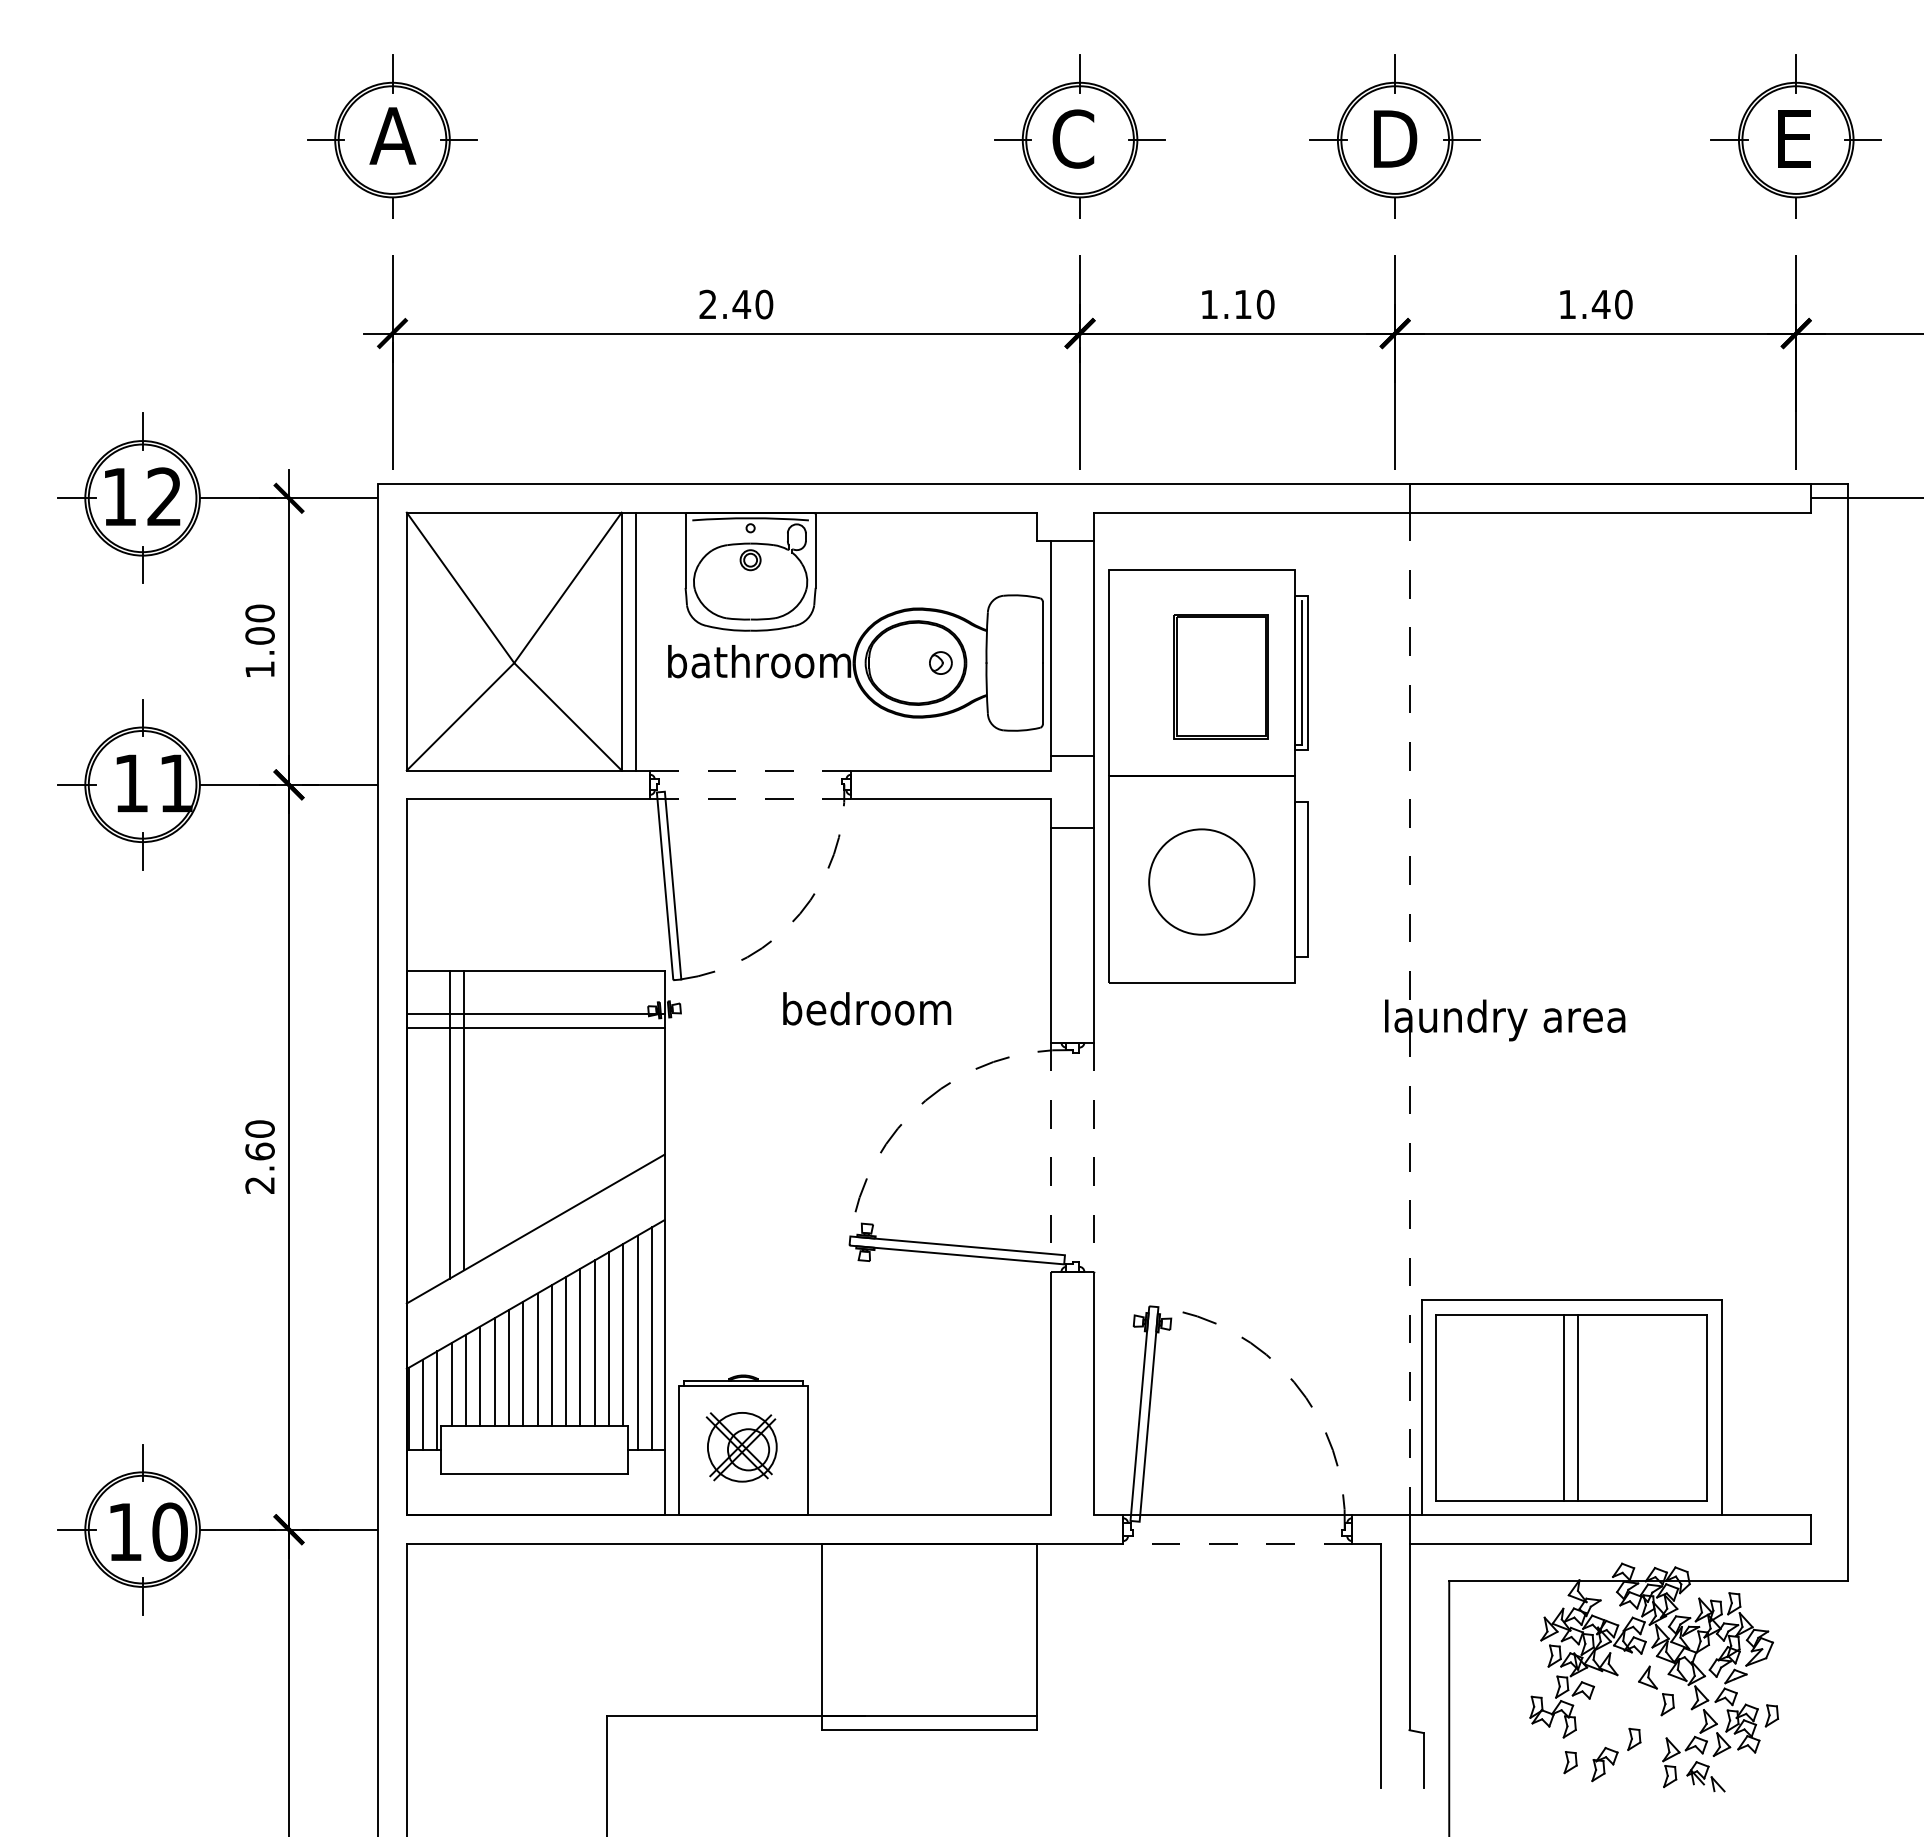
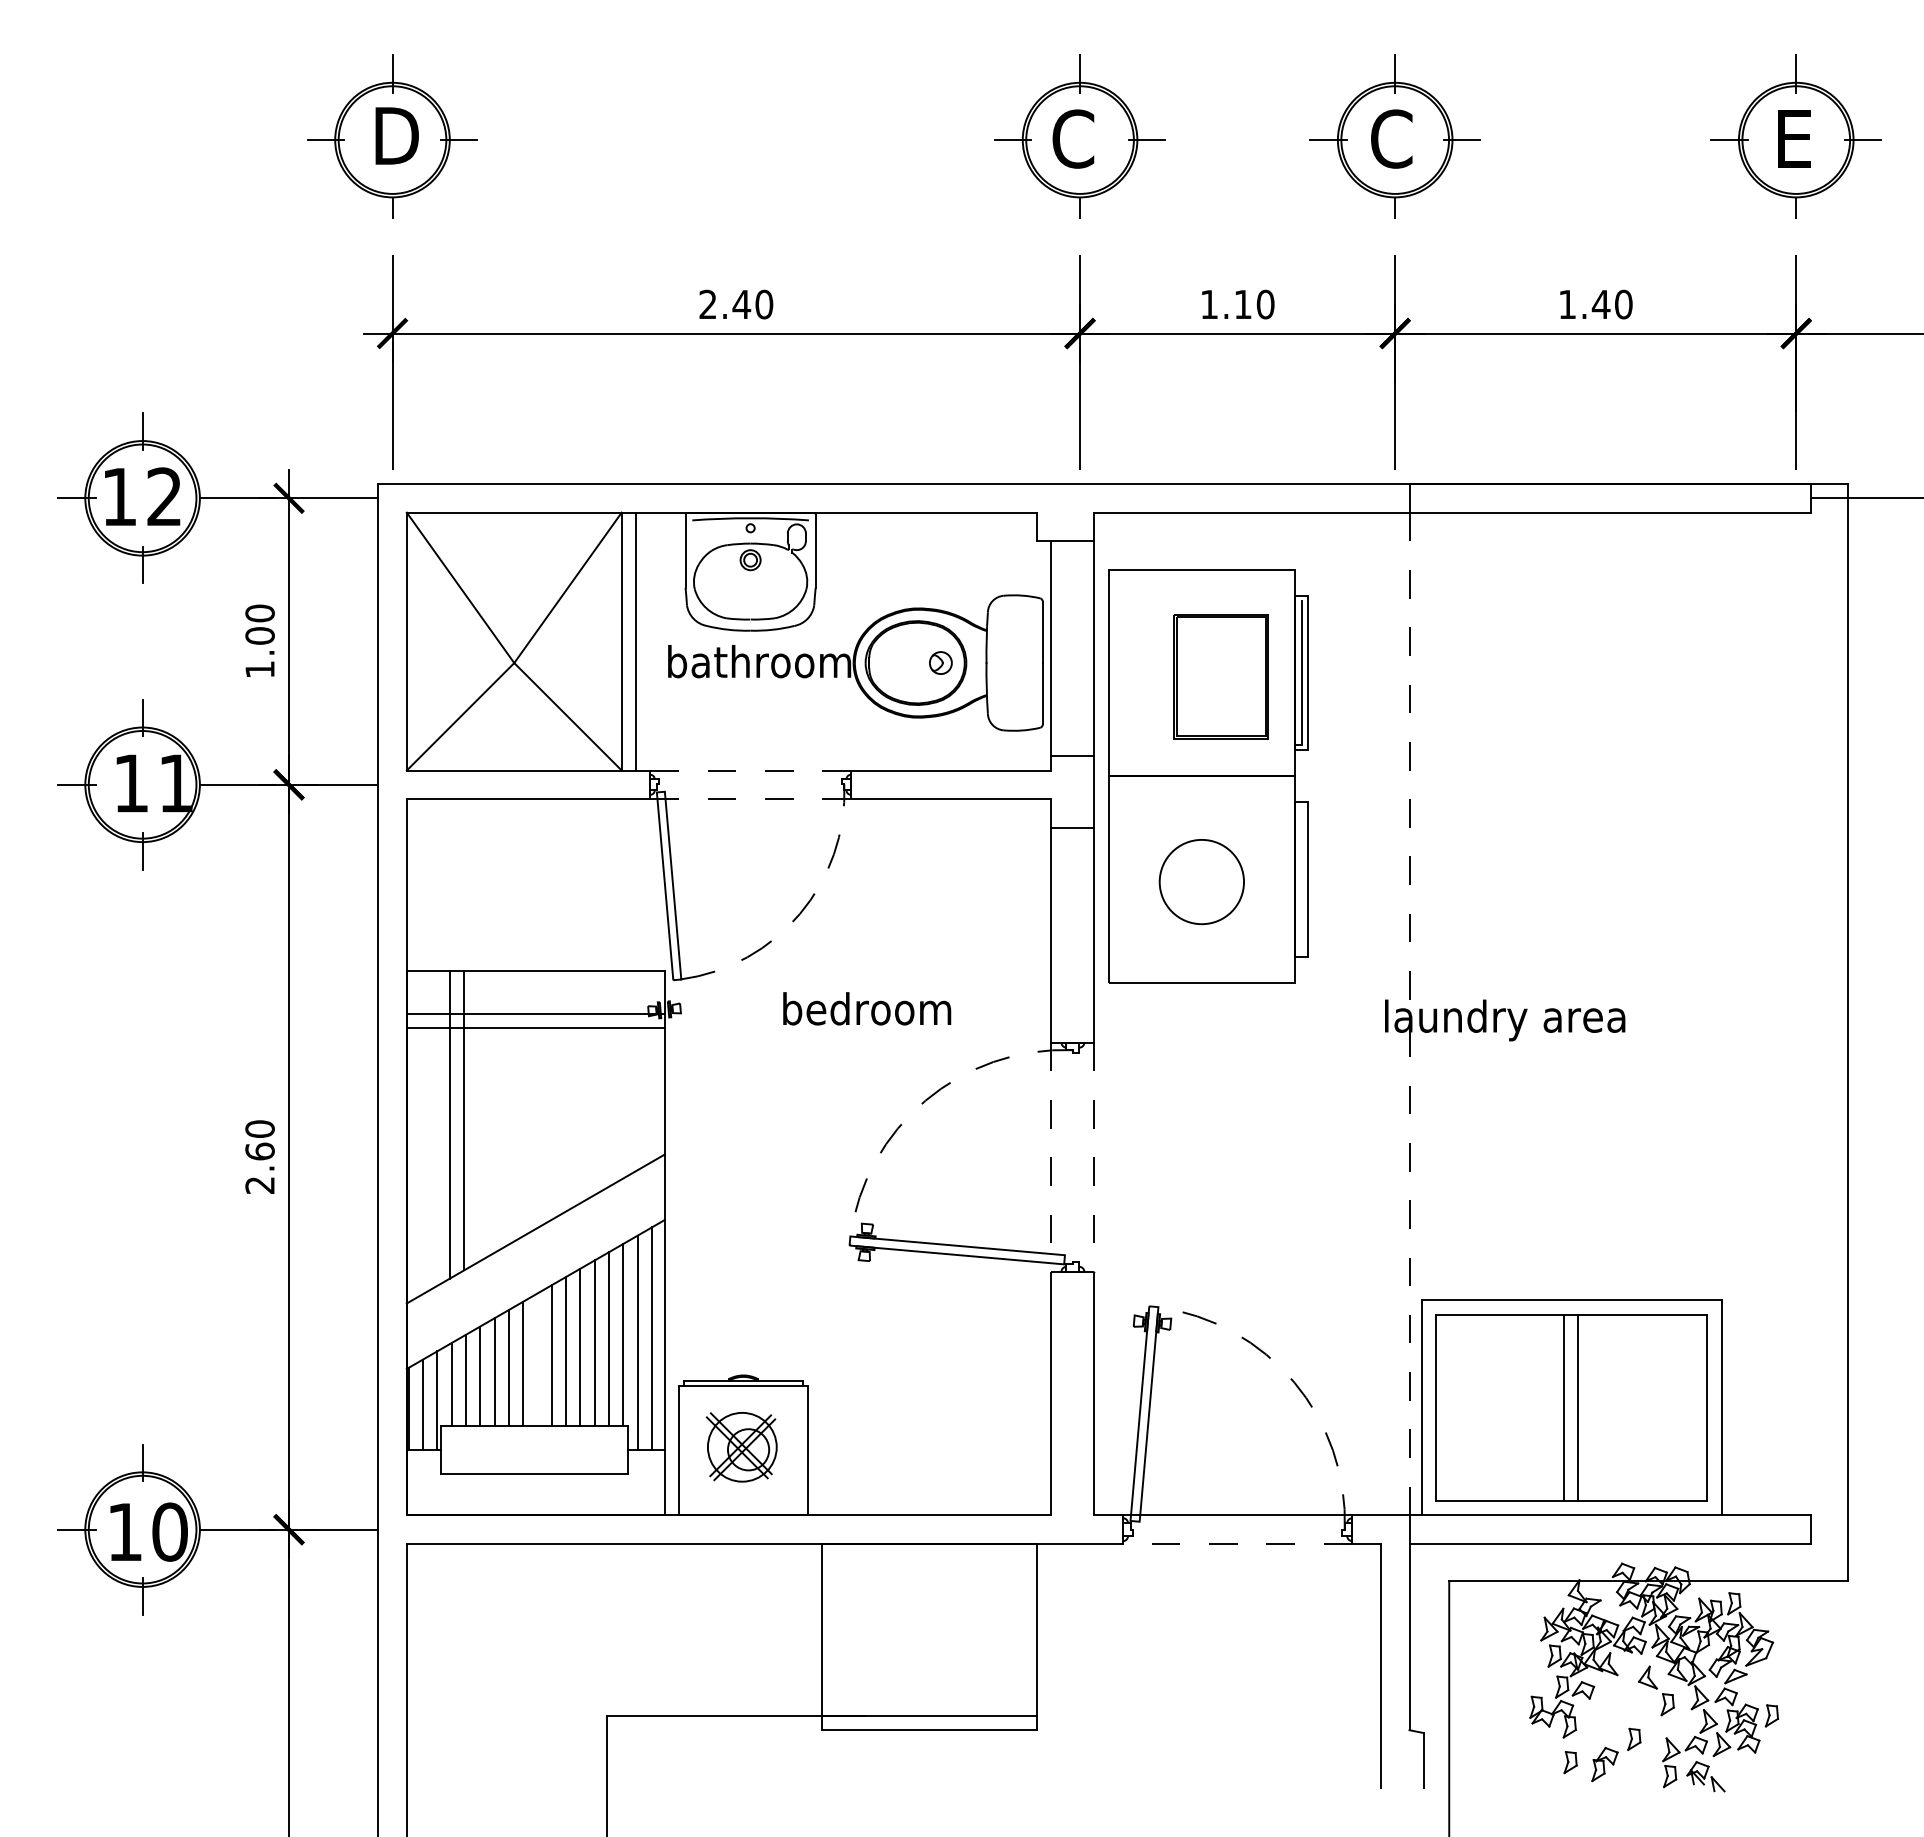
text at (393, 135): A -> D
text at (1394, 138): D -> C
circle at (1201, 881) size: 108x108 px -> 87x87 px
line at (537, 1359): present -> none
